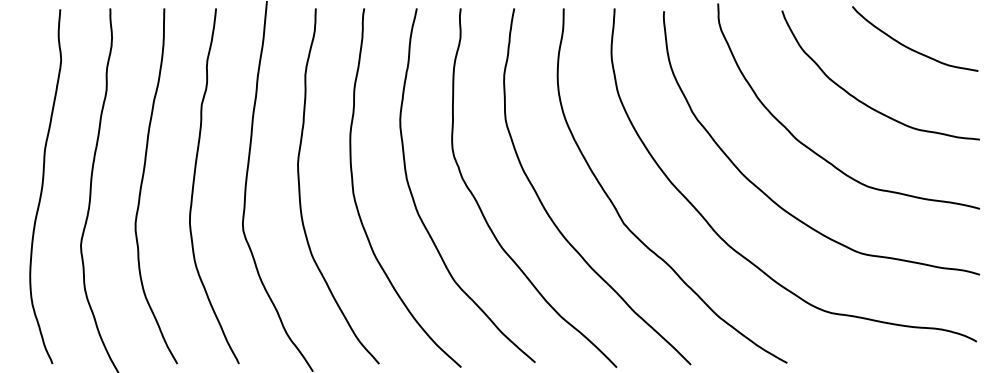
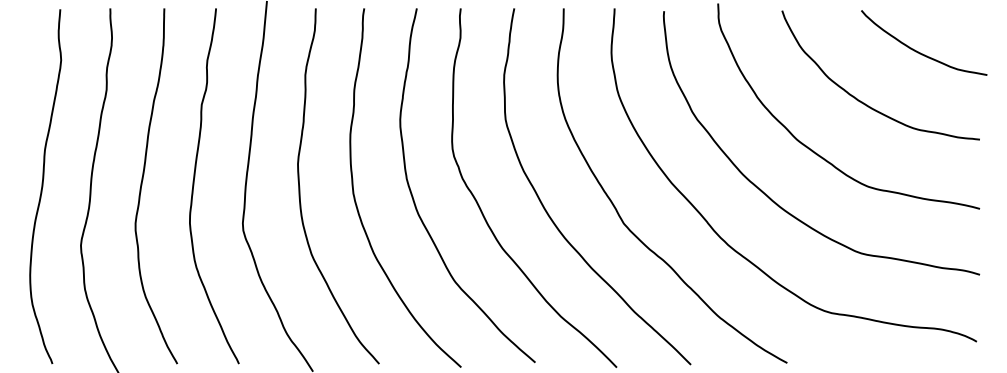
curve at (911, 48) position: (911, 48) -> (920, 52)
